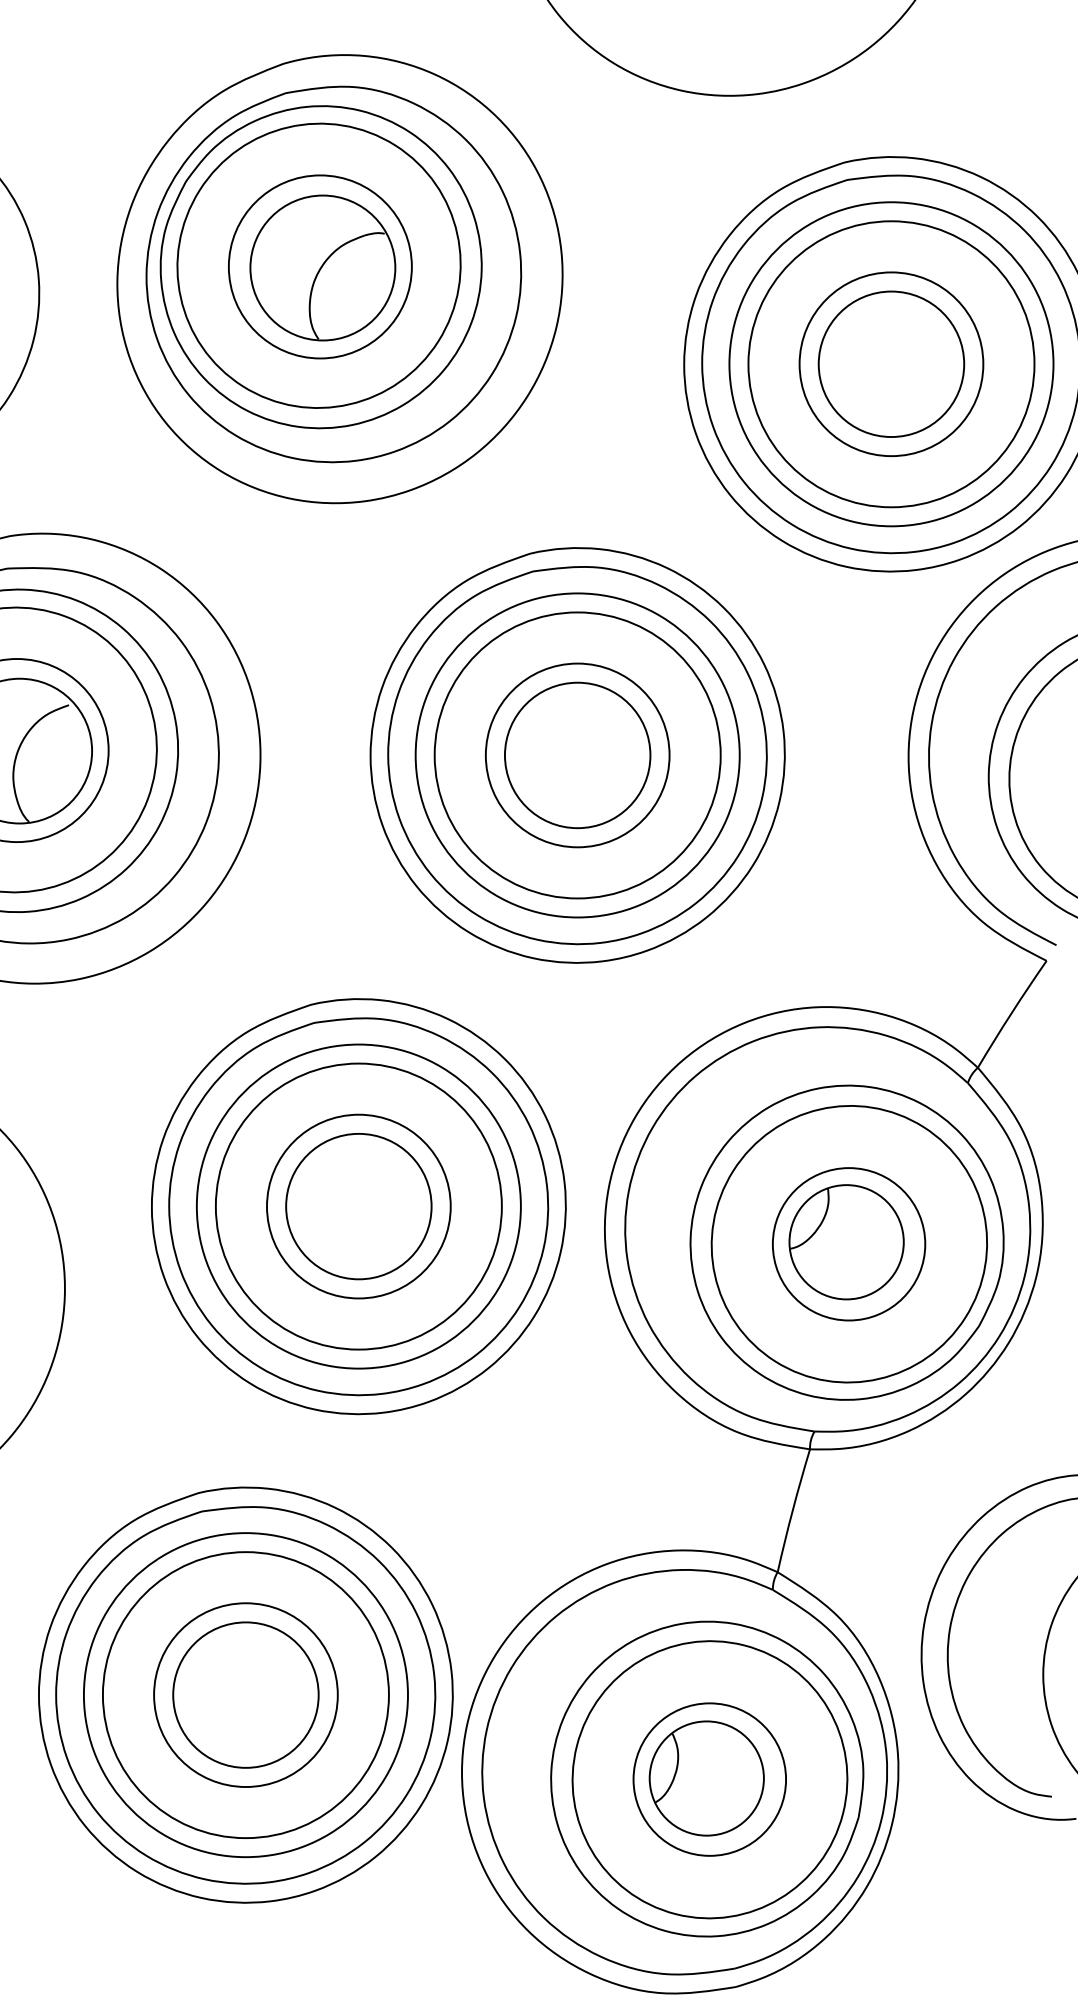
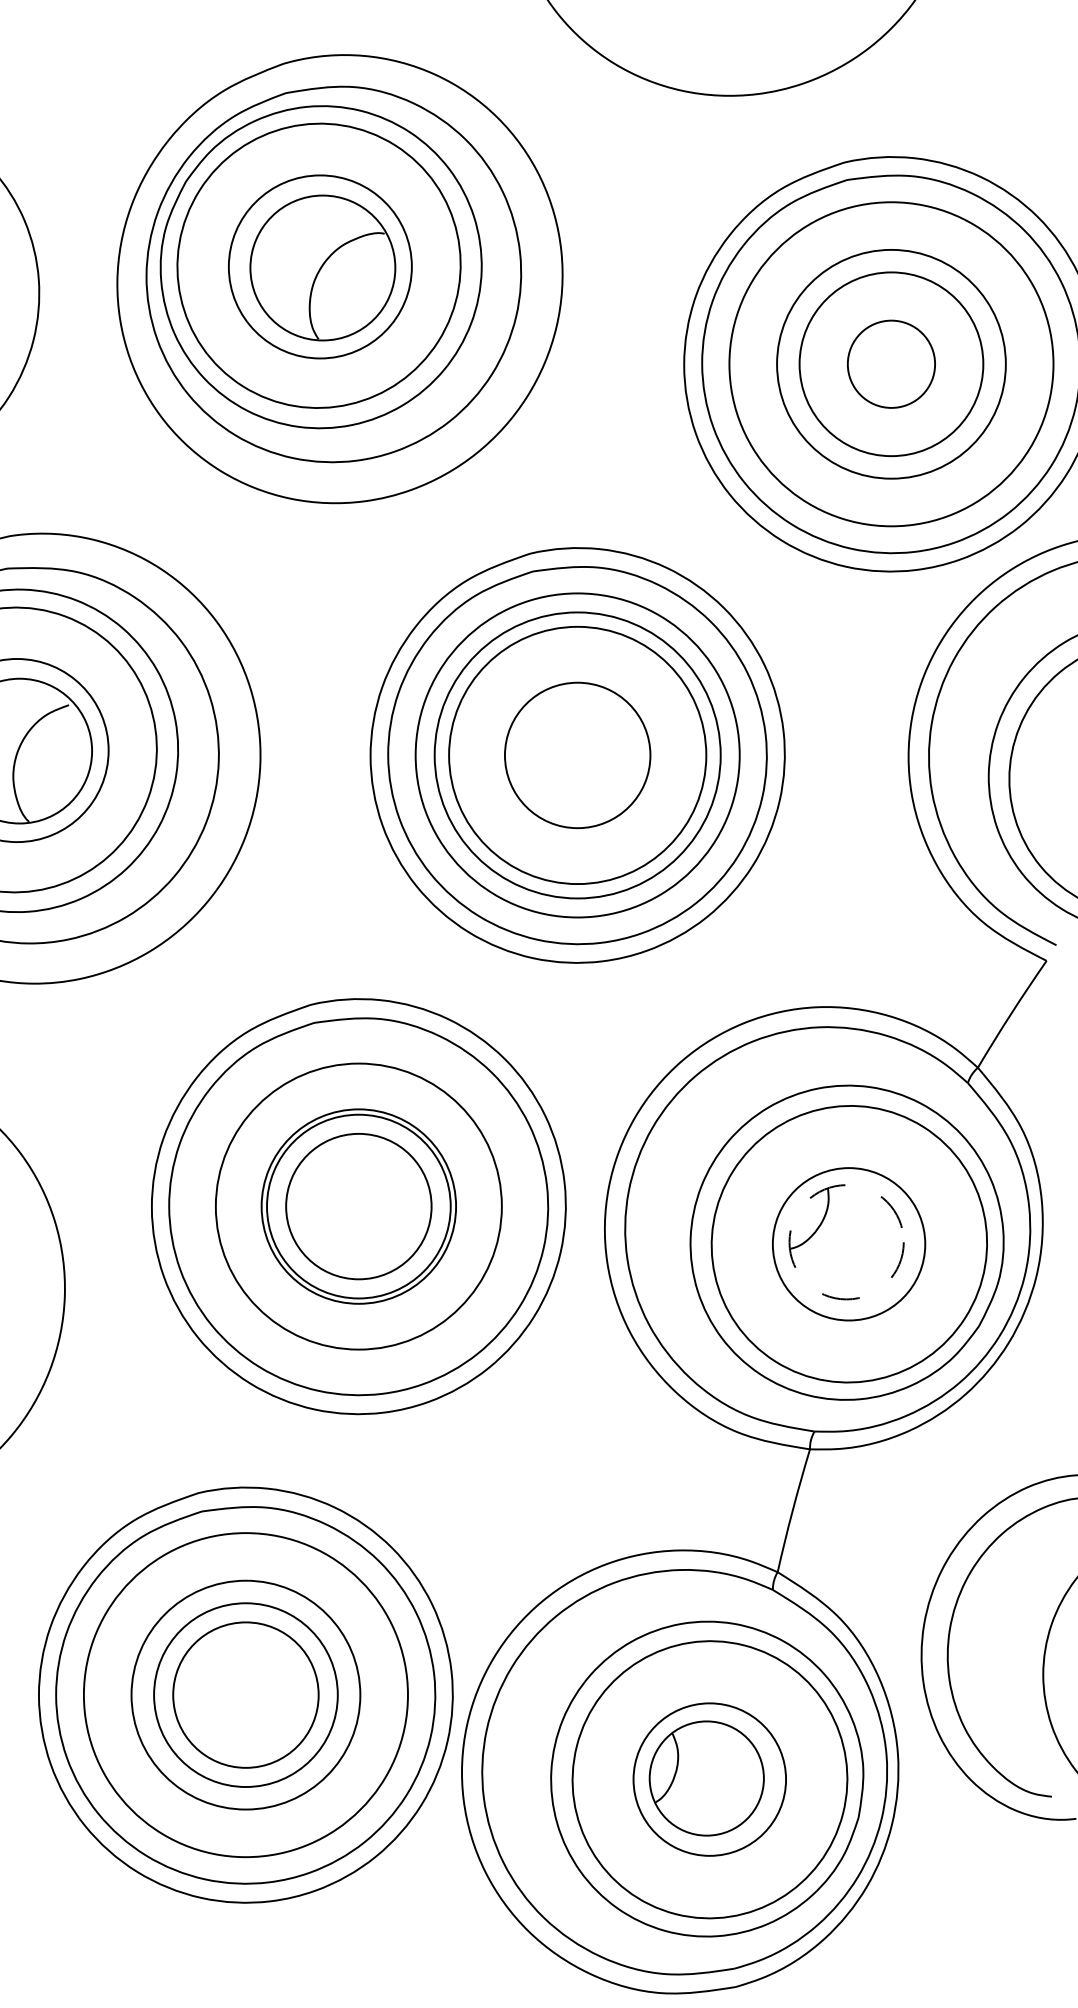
circle at (891, 364) diameter: 145 px -> 87 px
circle at (891, 364) diameter: 286 px -> 229 px
circle at (577, 755) diameter: 184 px -> 257 px
circle at (358, 1206) diameter: 324 px -> 194 px
circle at (846, 1242): solid -> dashed
circle at (245, 1695) diameter: 286 px -> 229 px
